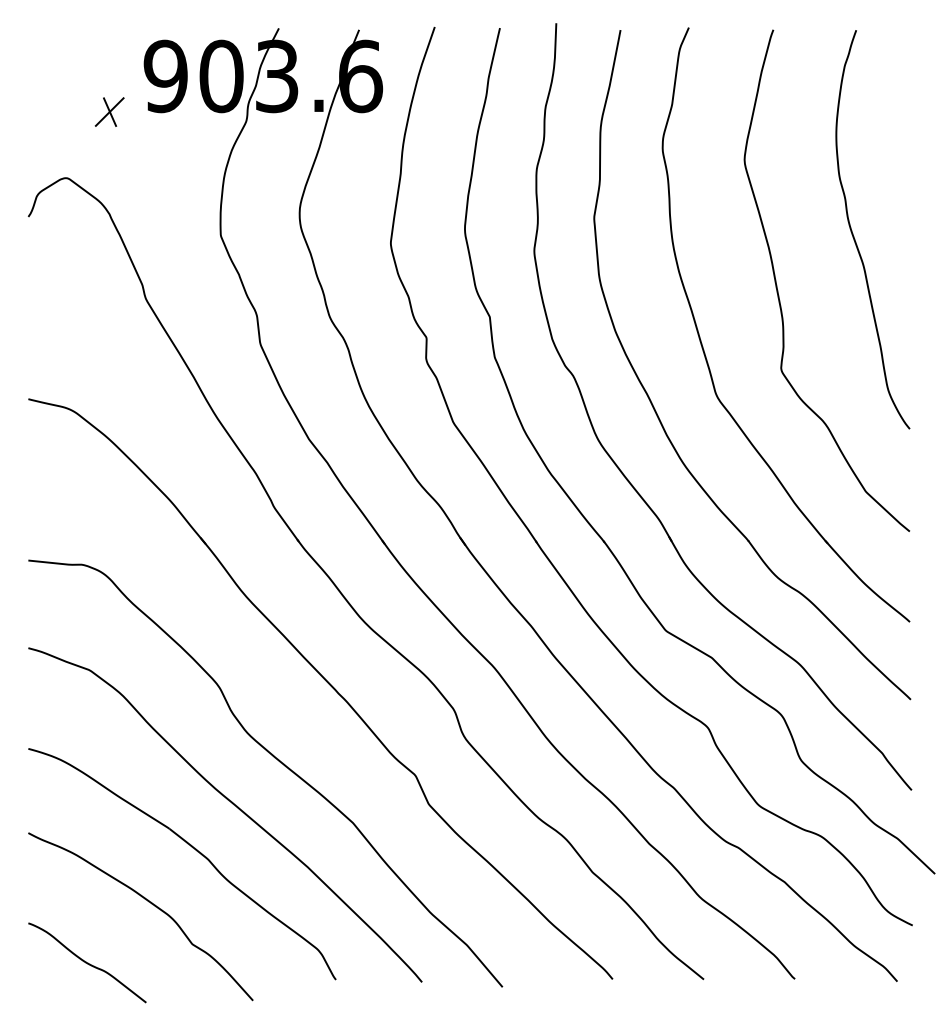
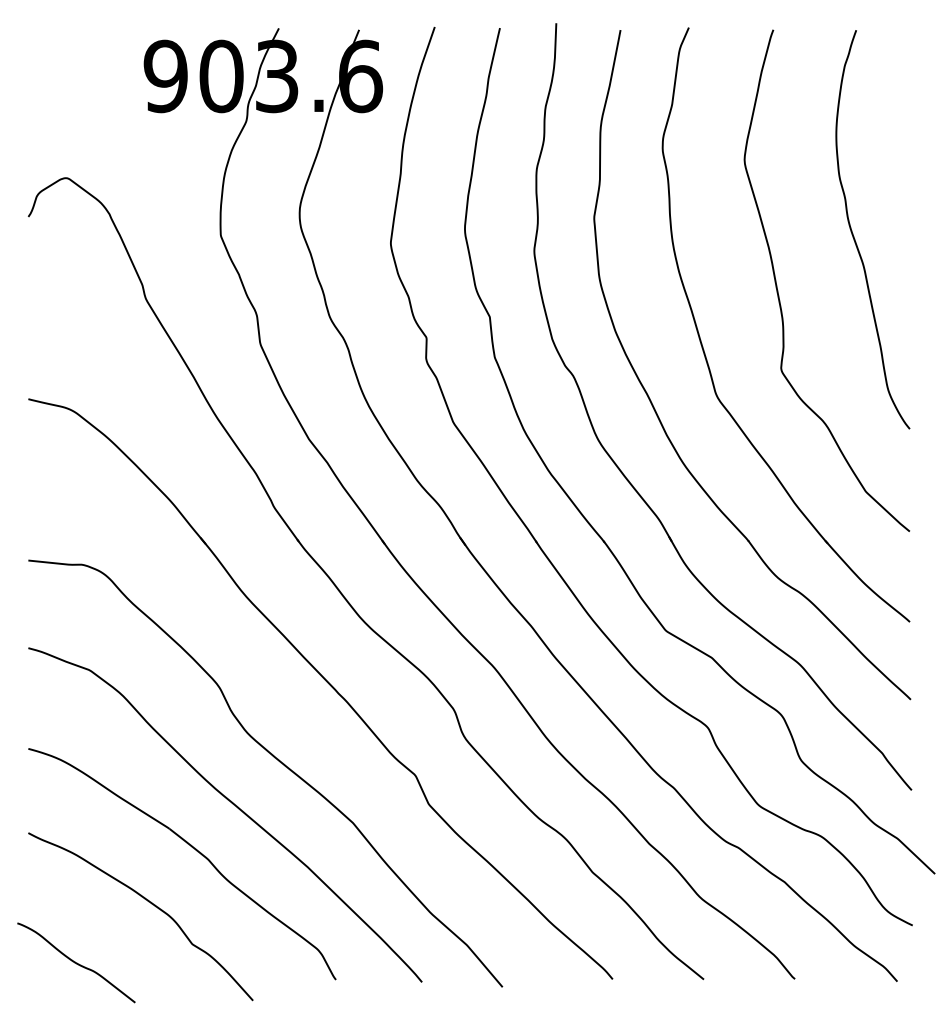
part at (109, 111): present -> none
curve at (87, 962) position: (87, 962) -> (76, 962)
